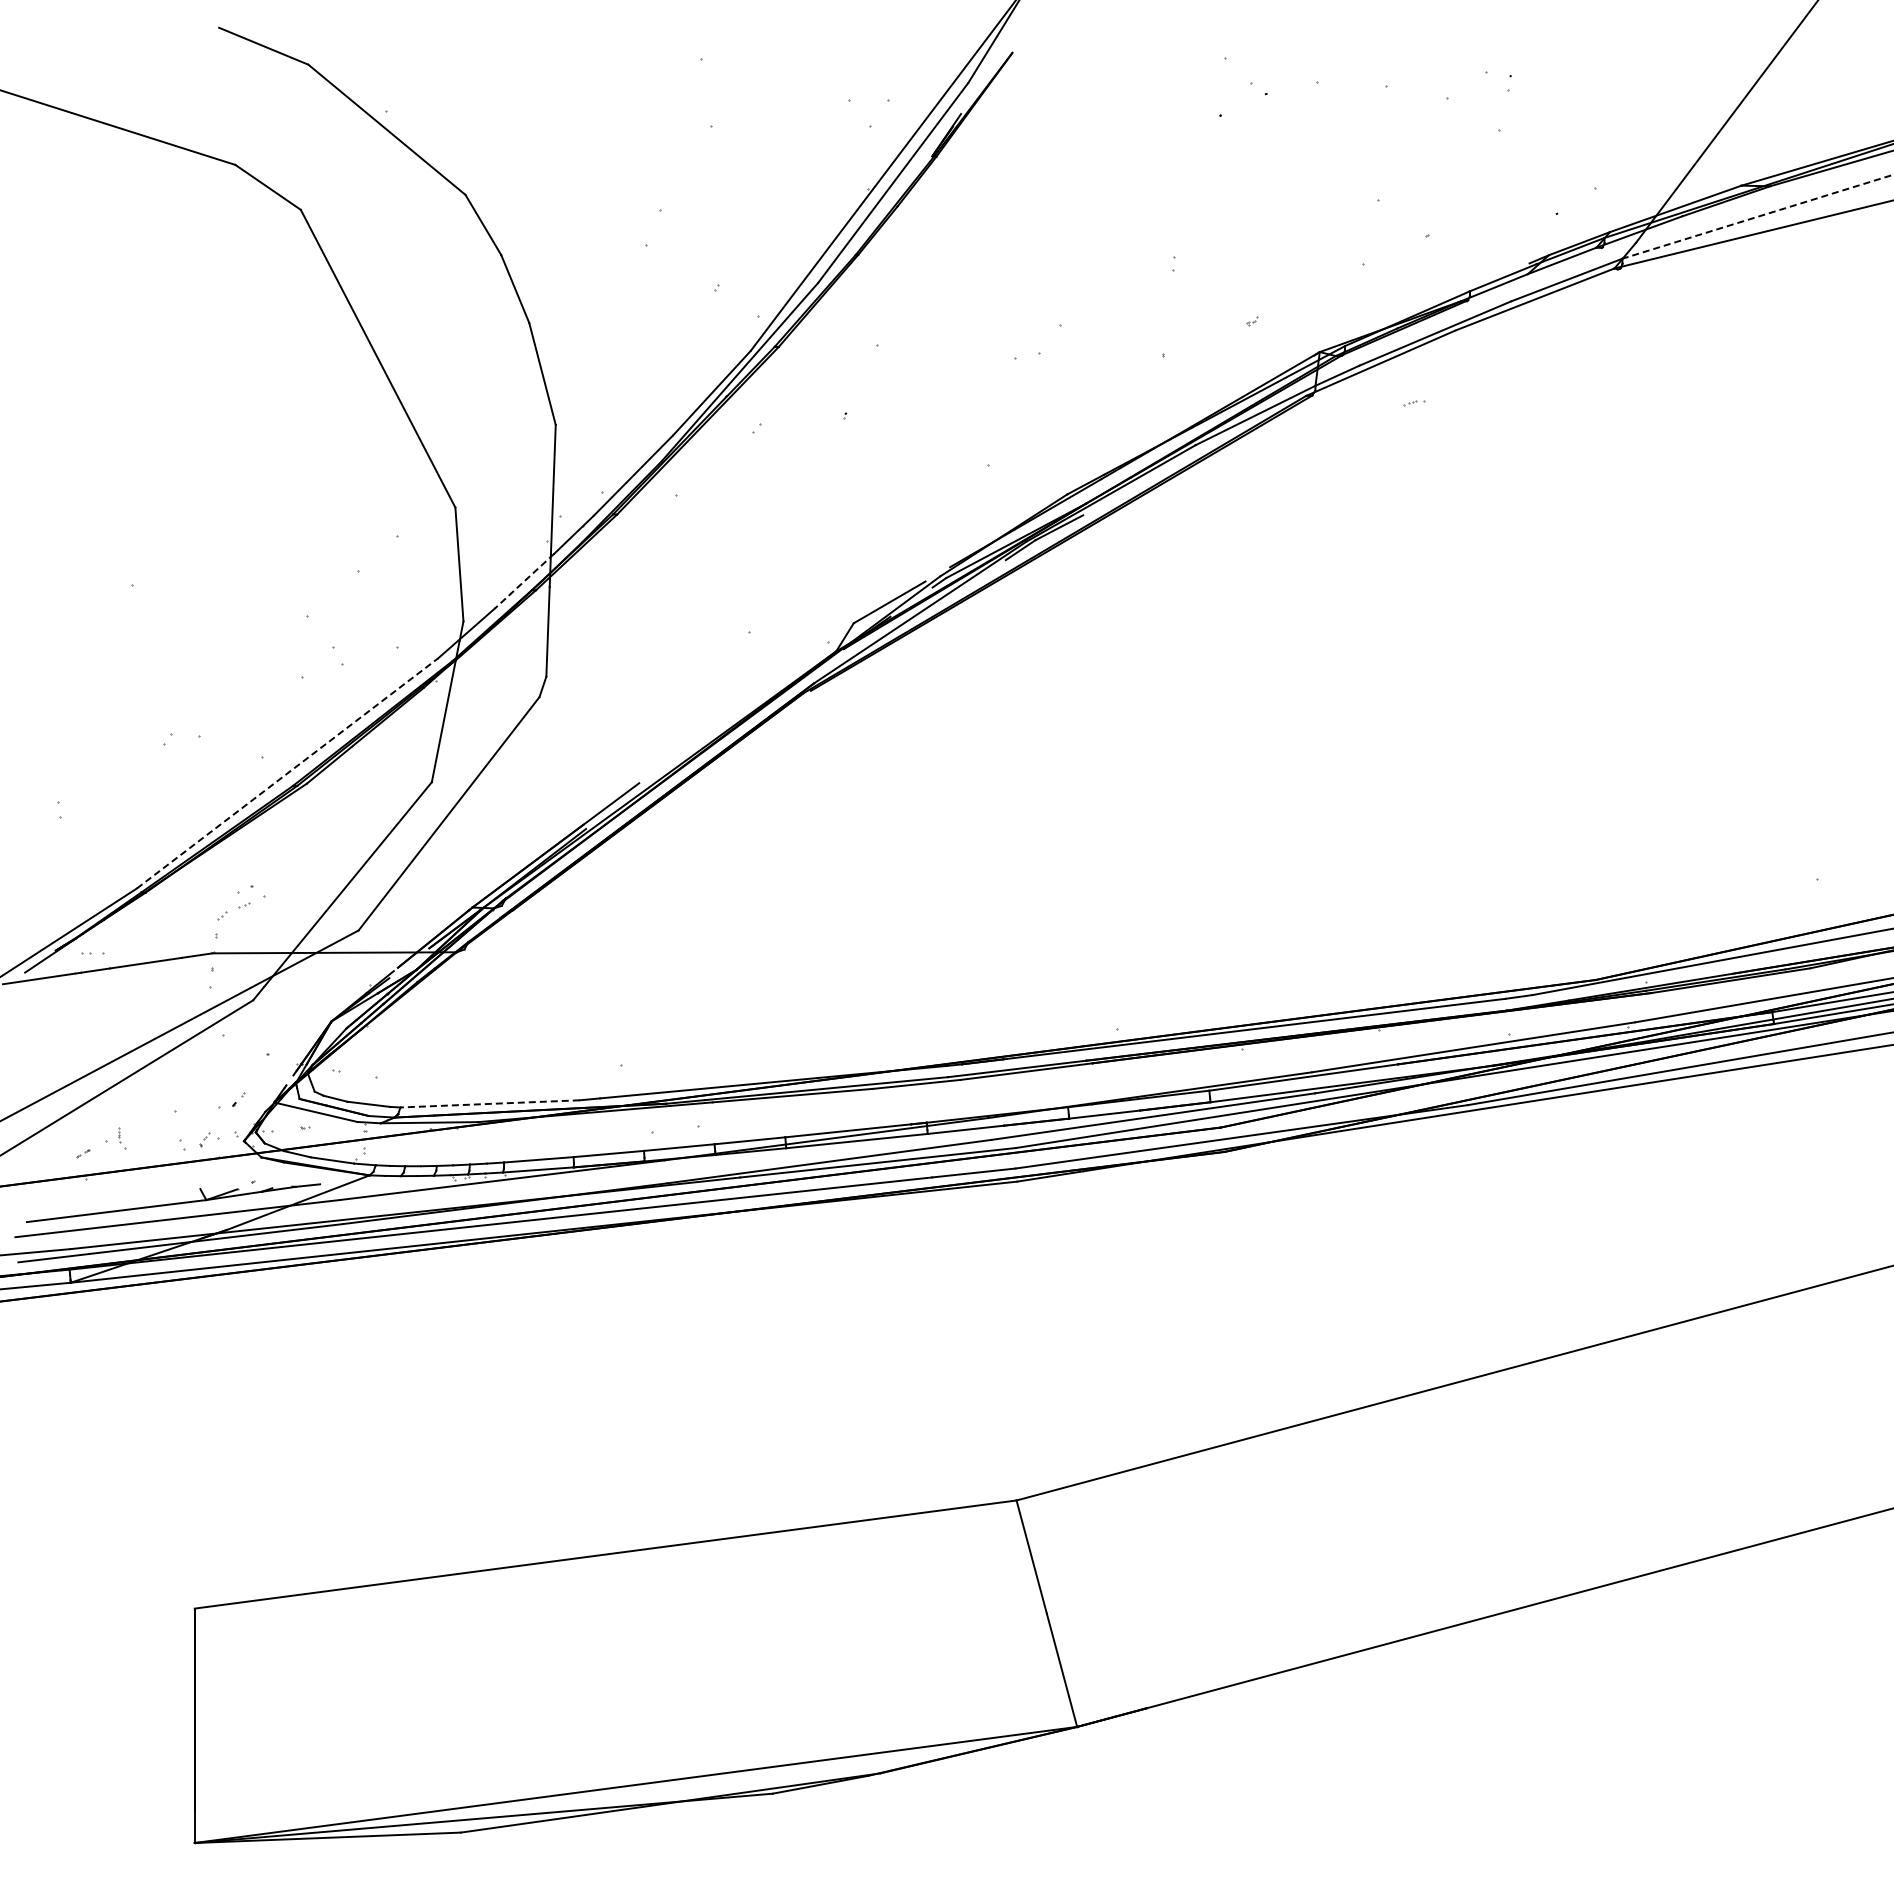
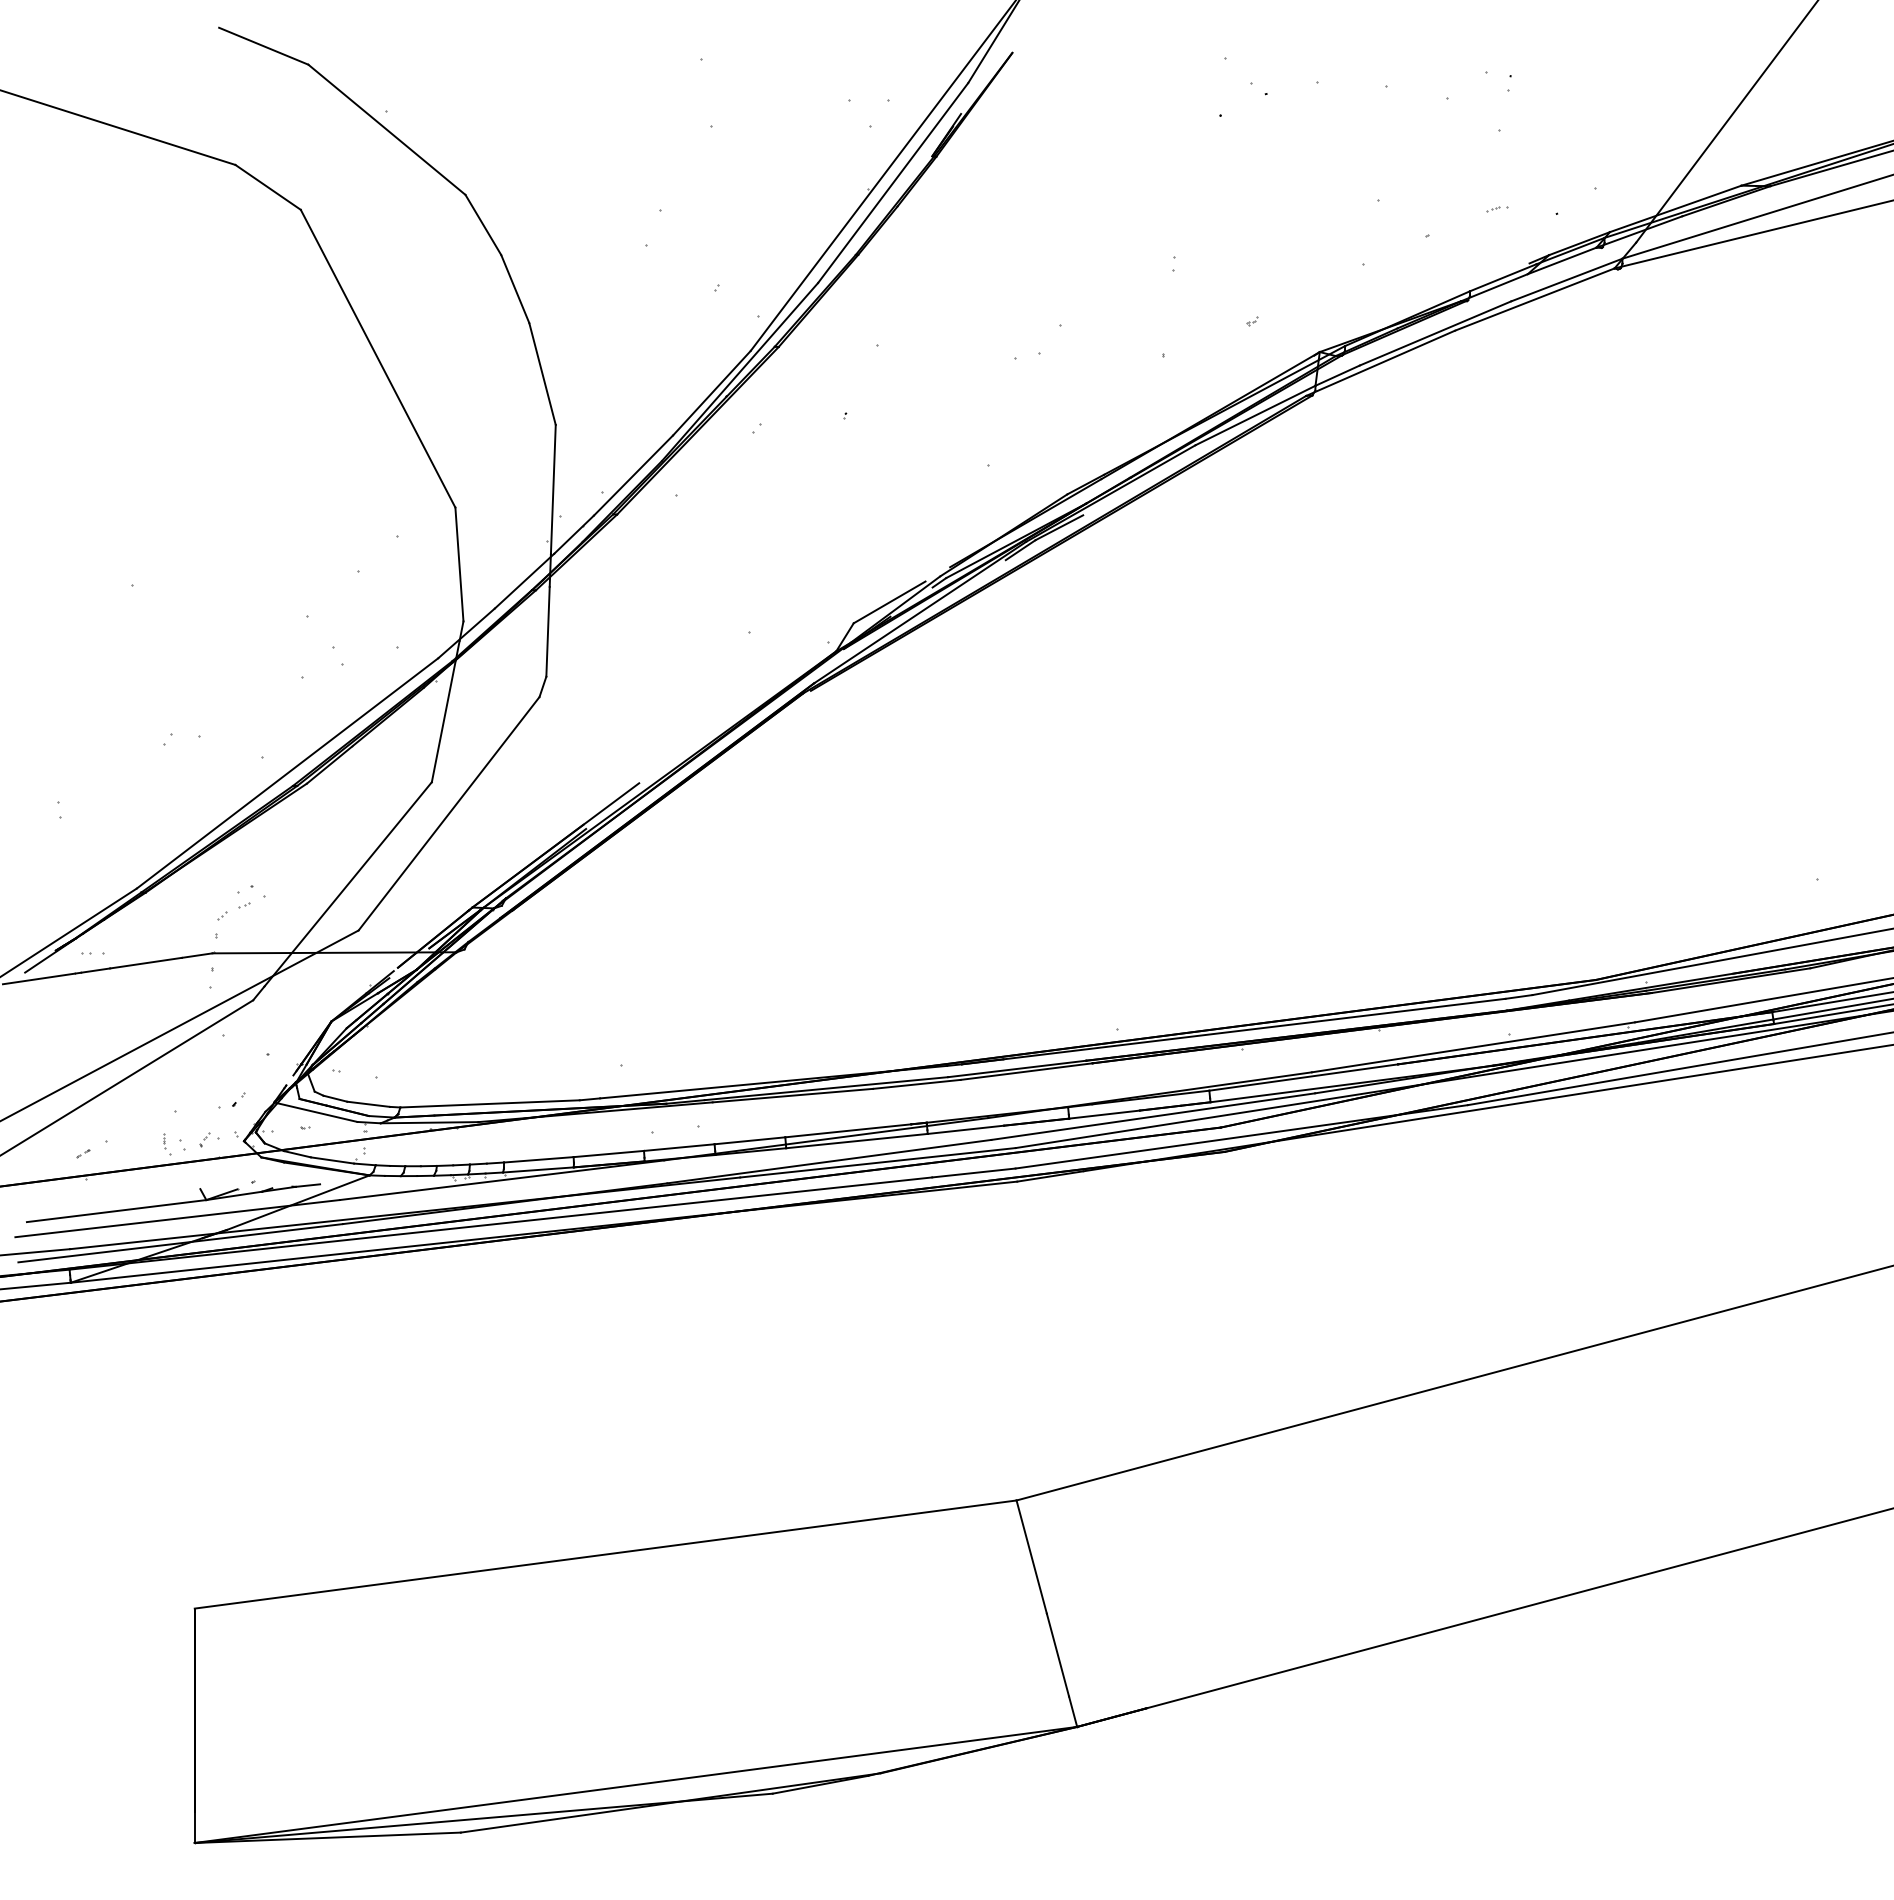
line at (1757, 216): dashed -> solid
part at (1414, 403) position: (1414, 403) -> (1497, 209)
line at (524, 581): dashed -> solid
line at (287, 773): dashed -> solid
line at (490, 1103): dashed -> solid
part at (122, 1138) position: (122, 1138) -> (167, 1144)
